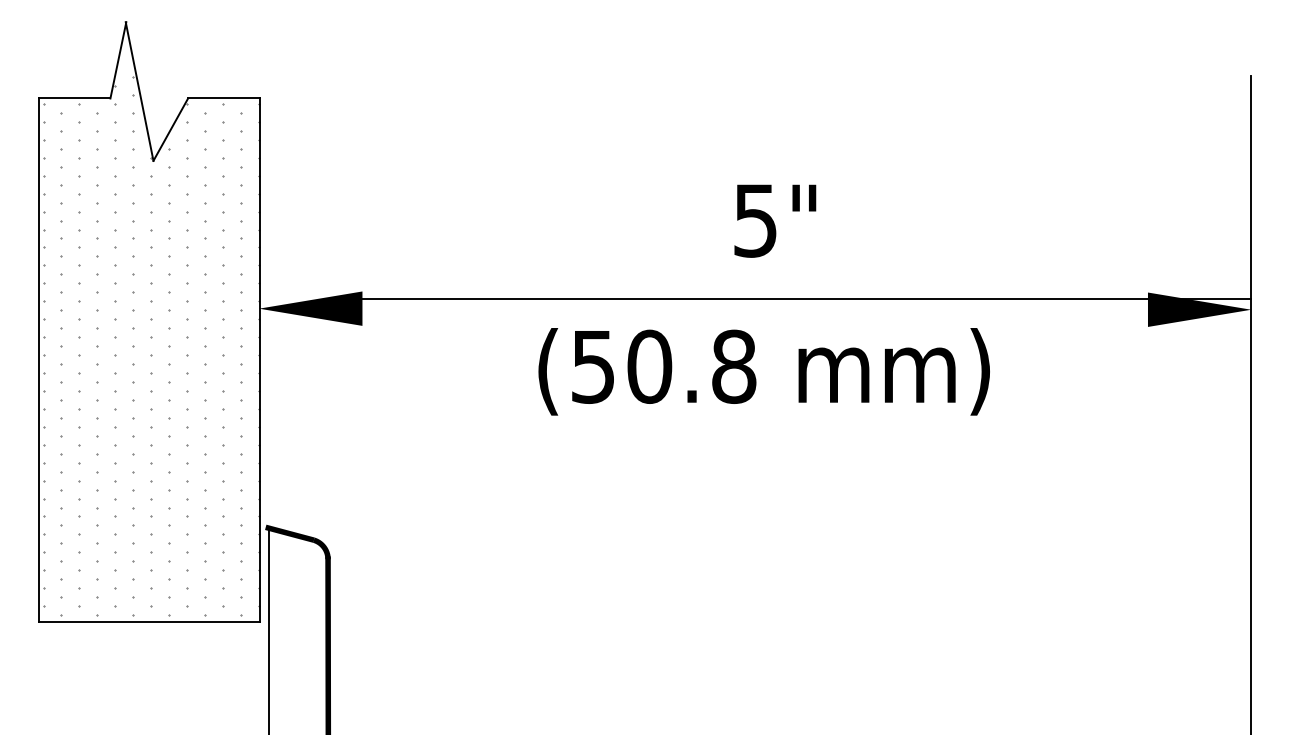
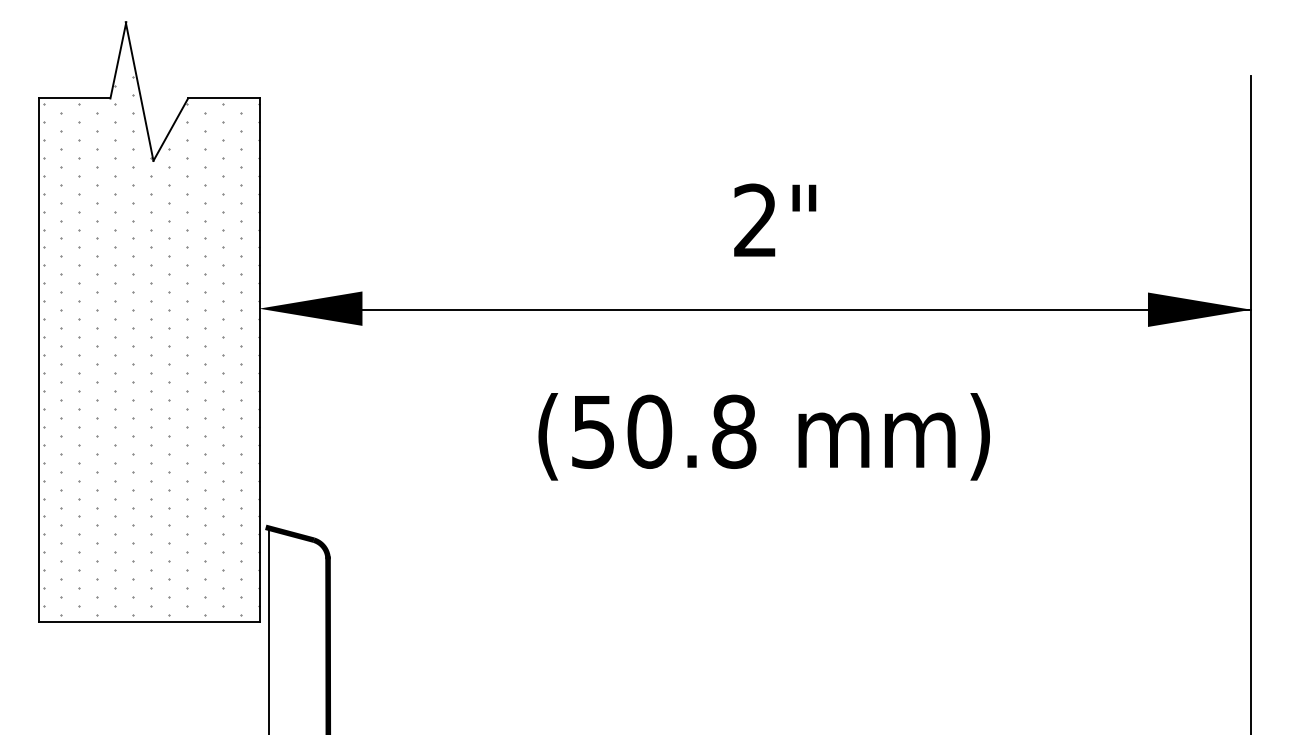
text at (755, 220): 5" -> 2"
line at (806, 298) position: (806, 298) -> (806, 309)
text at (763, 371) position: (763, 371) -> (763, 436)
